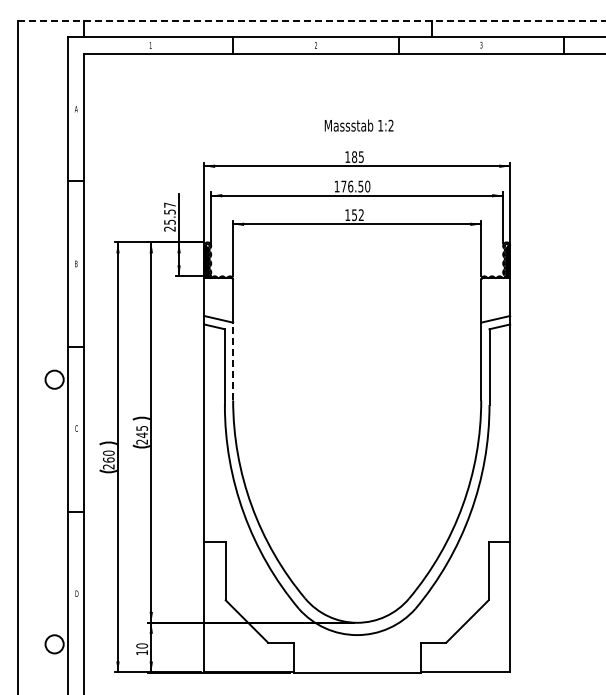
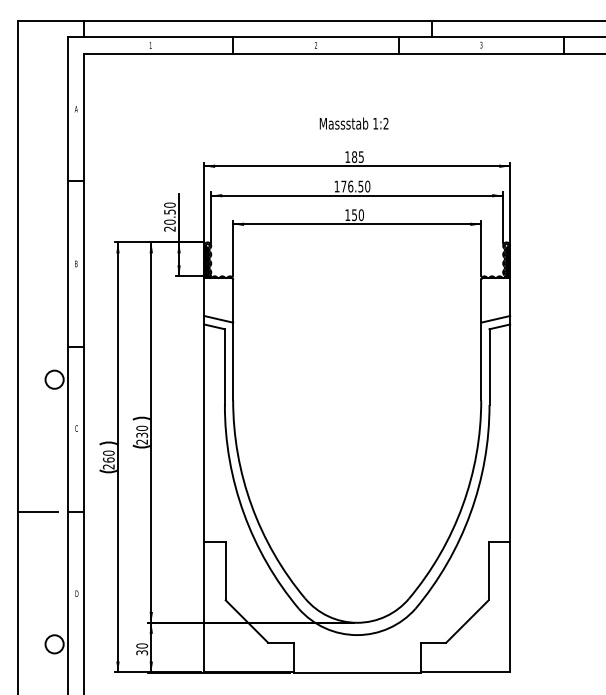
line at (312, 20): dashed -> solid
text at (358, 125) position: (358, 125) -> (353, 123)
text at (169, 213): 25.57 -> 20.50
text at (360, 215): 152 -> 150
line at (233, 361): dashed -> solid
text at (142, 431): 245 -> 230
line at (37, 512): none -> present
text at (142, 652): 10 -> 30
